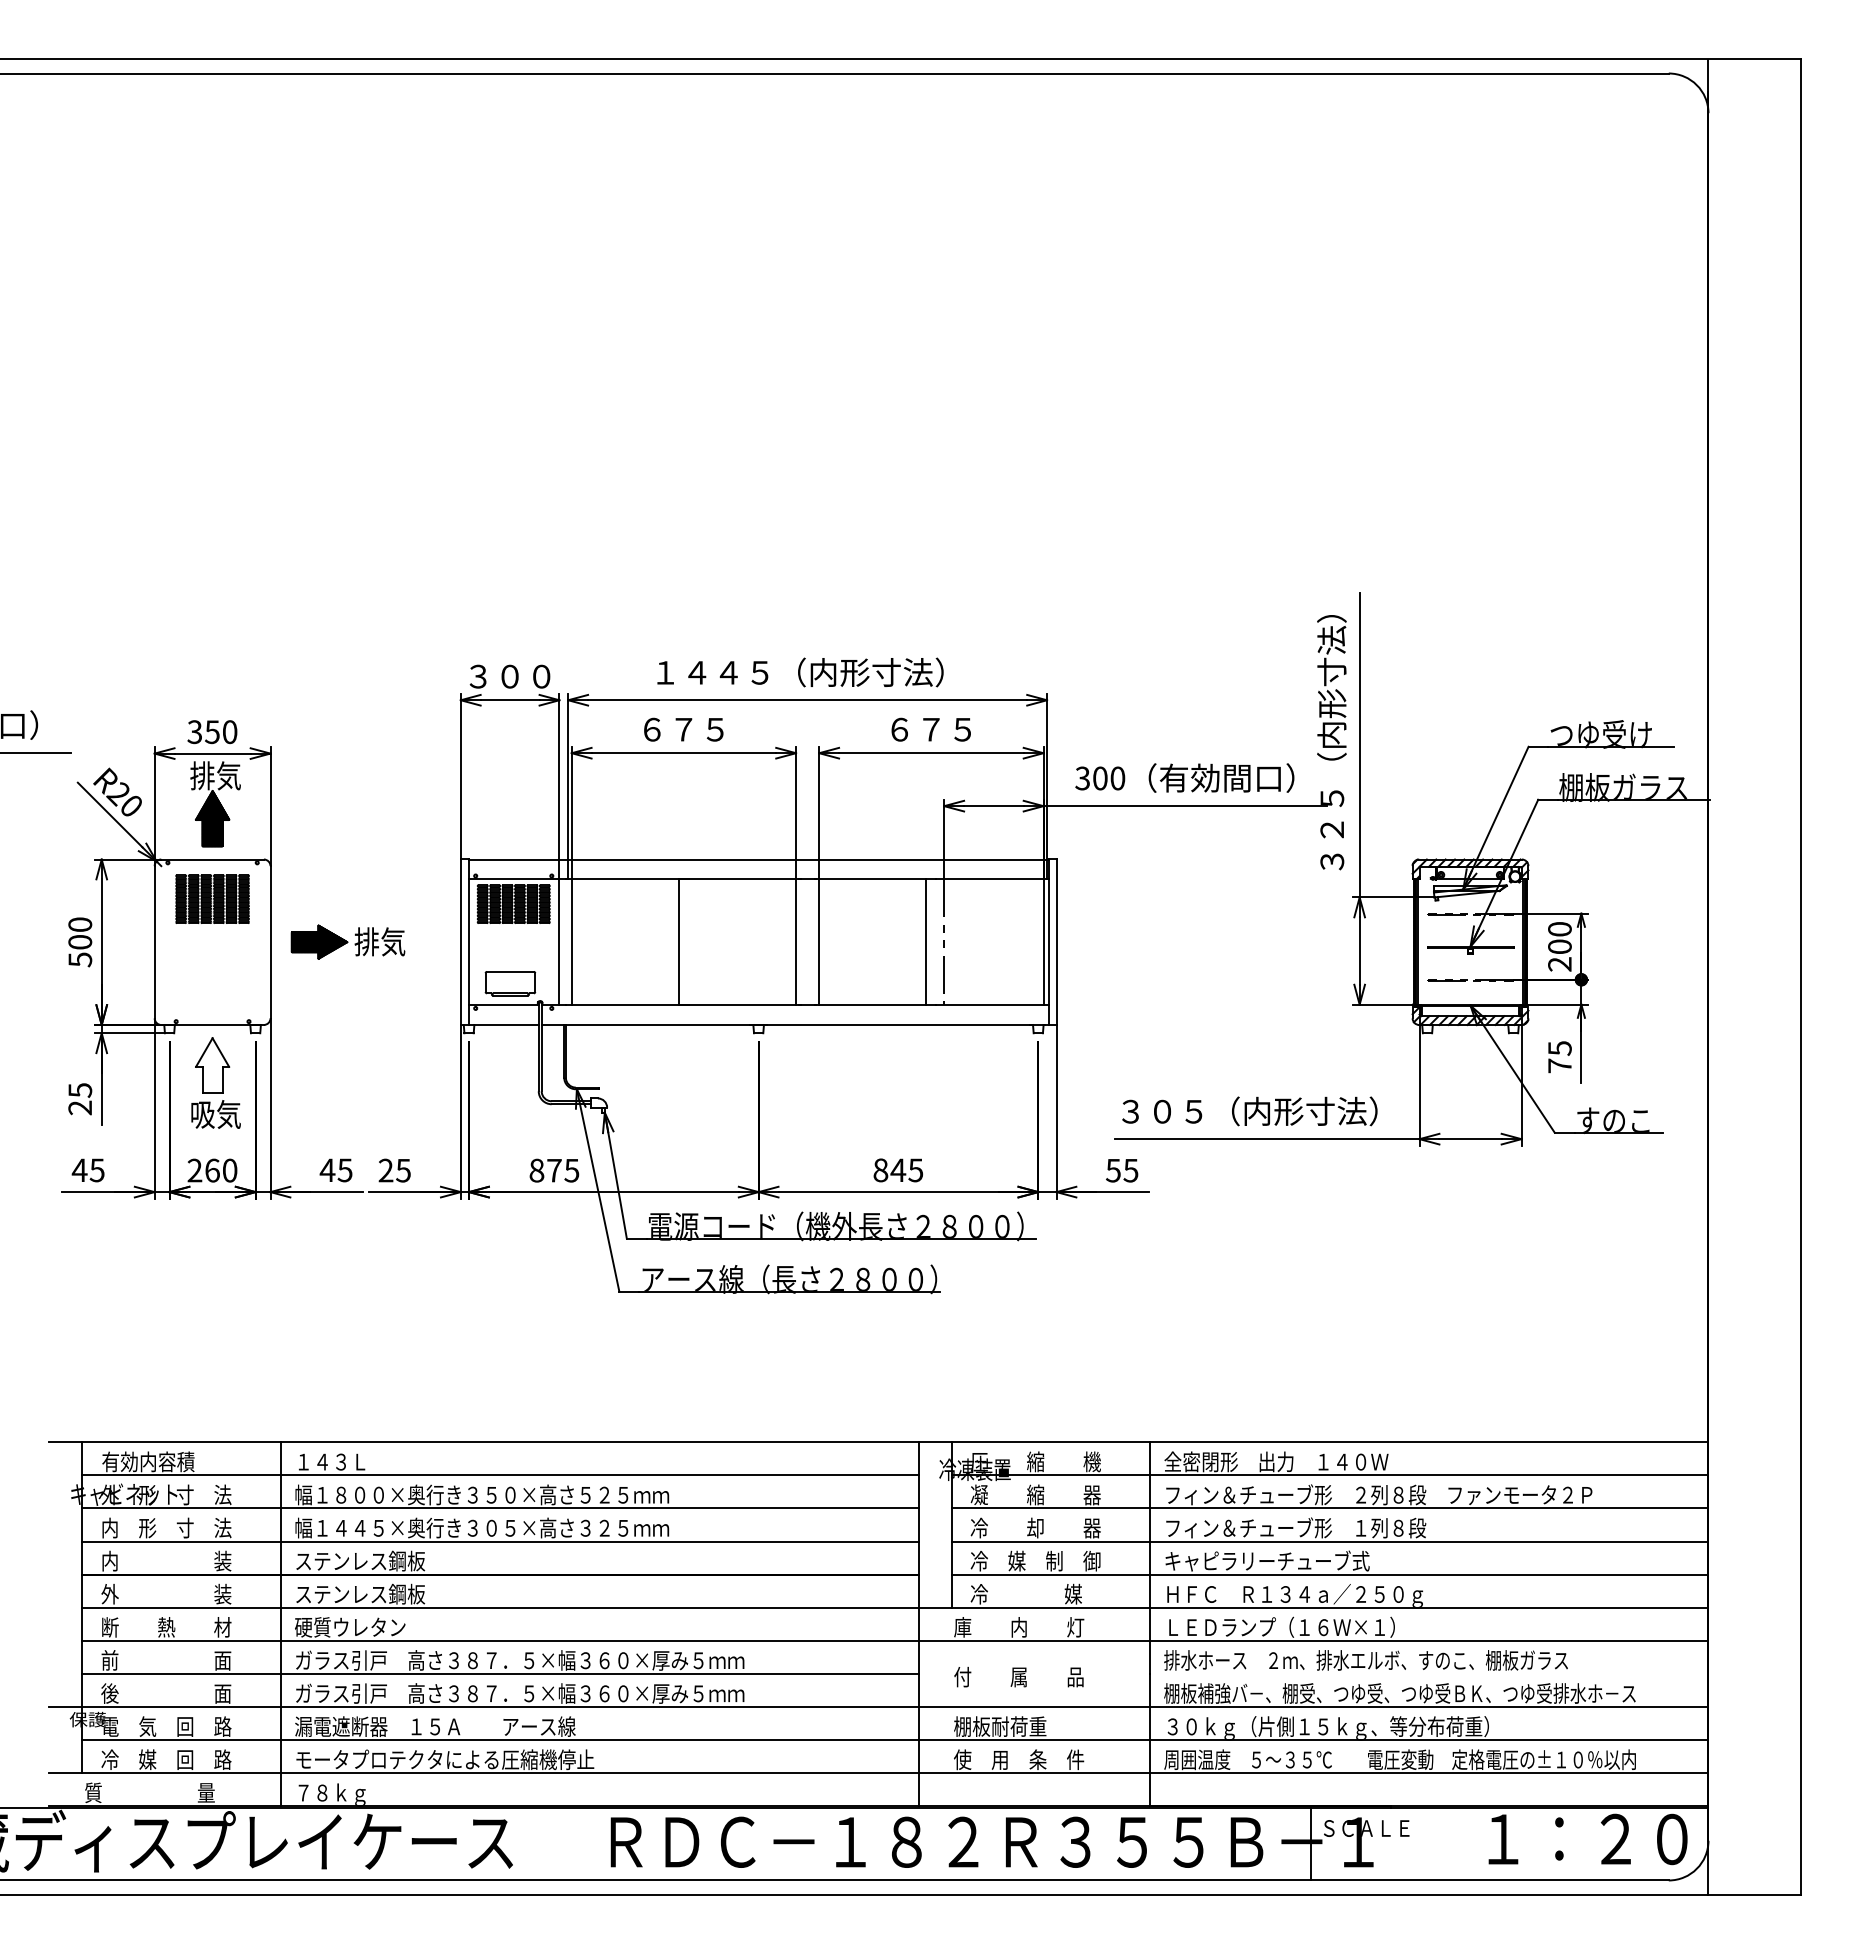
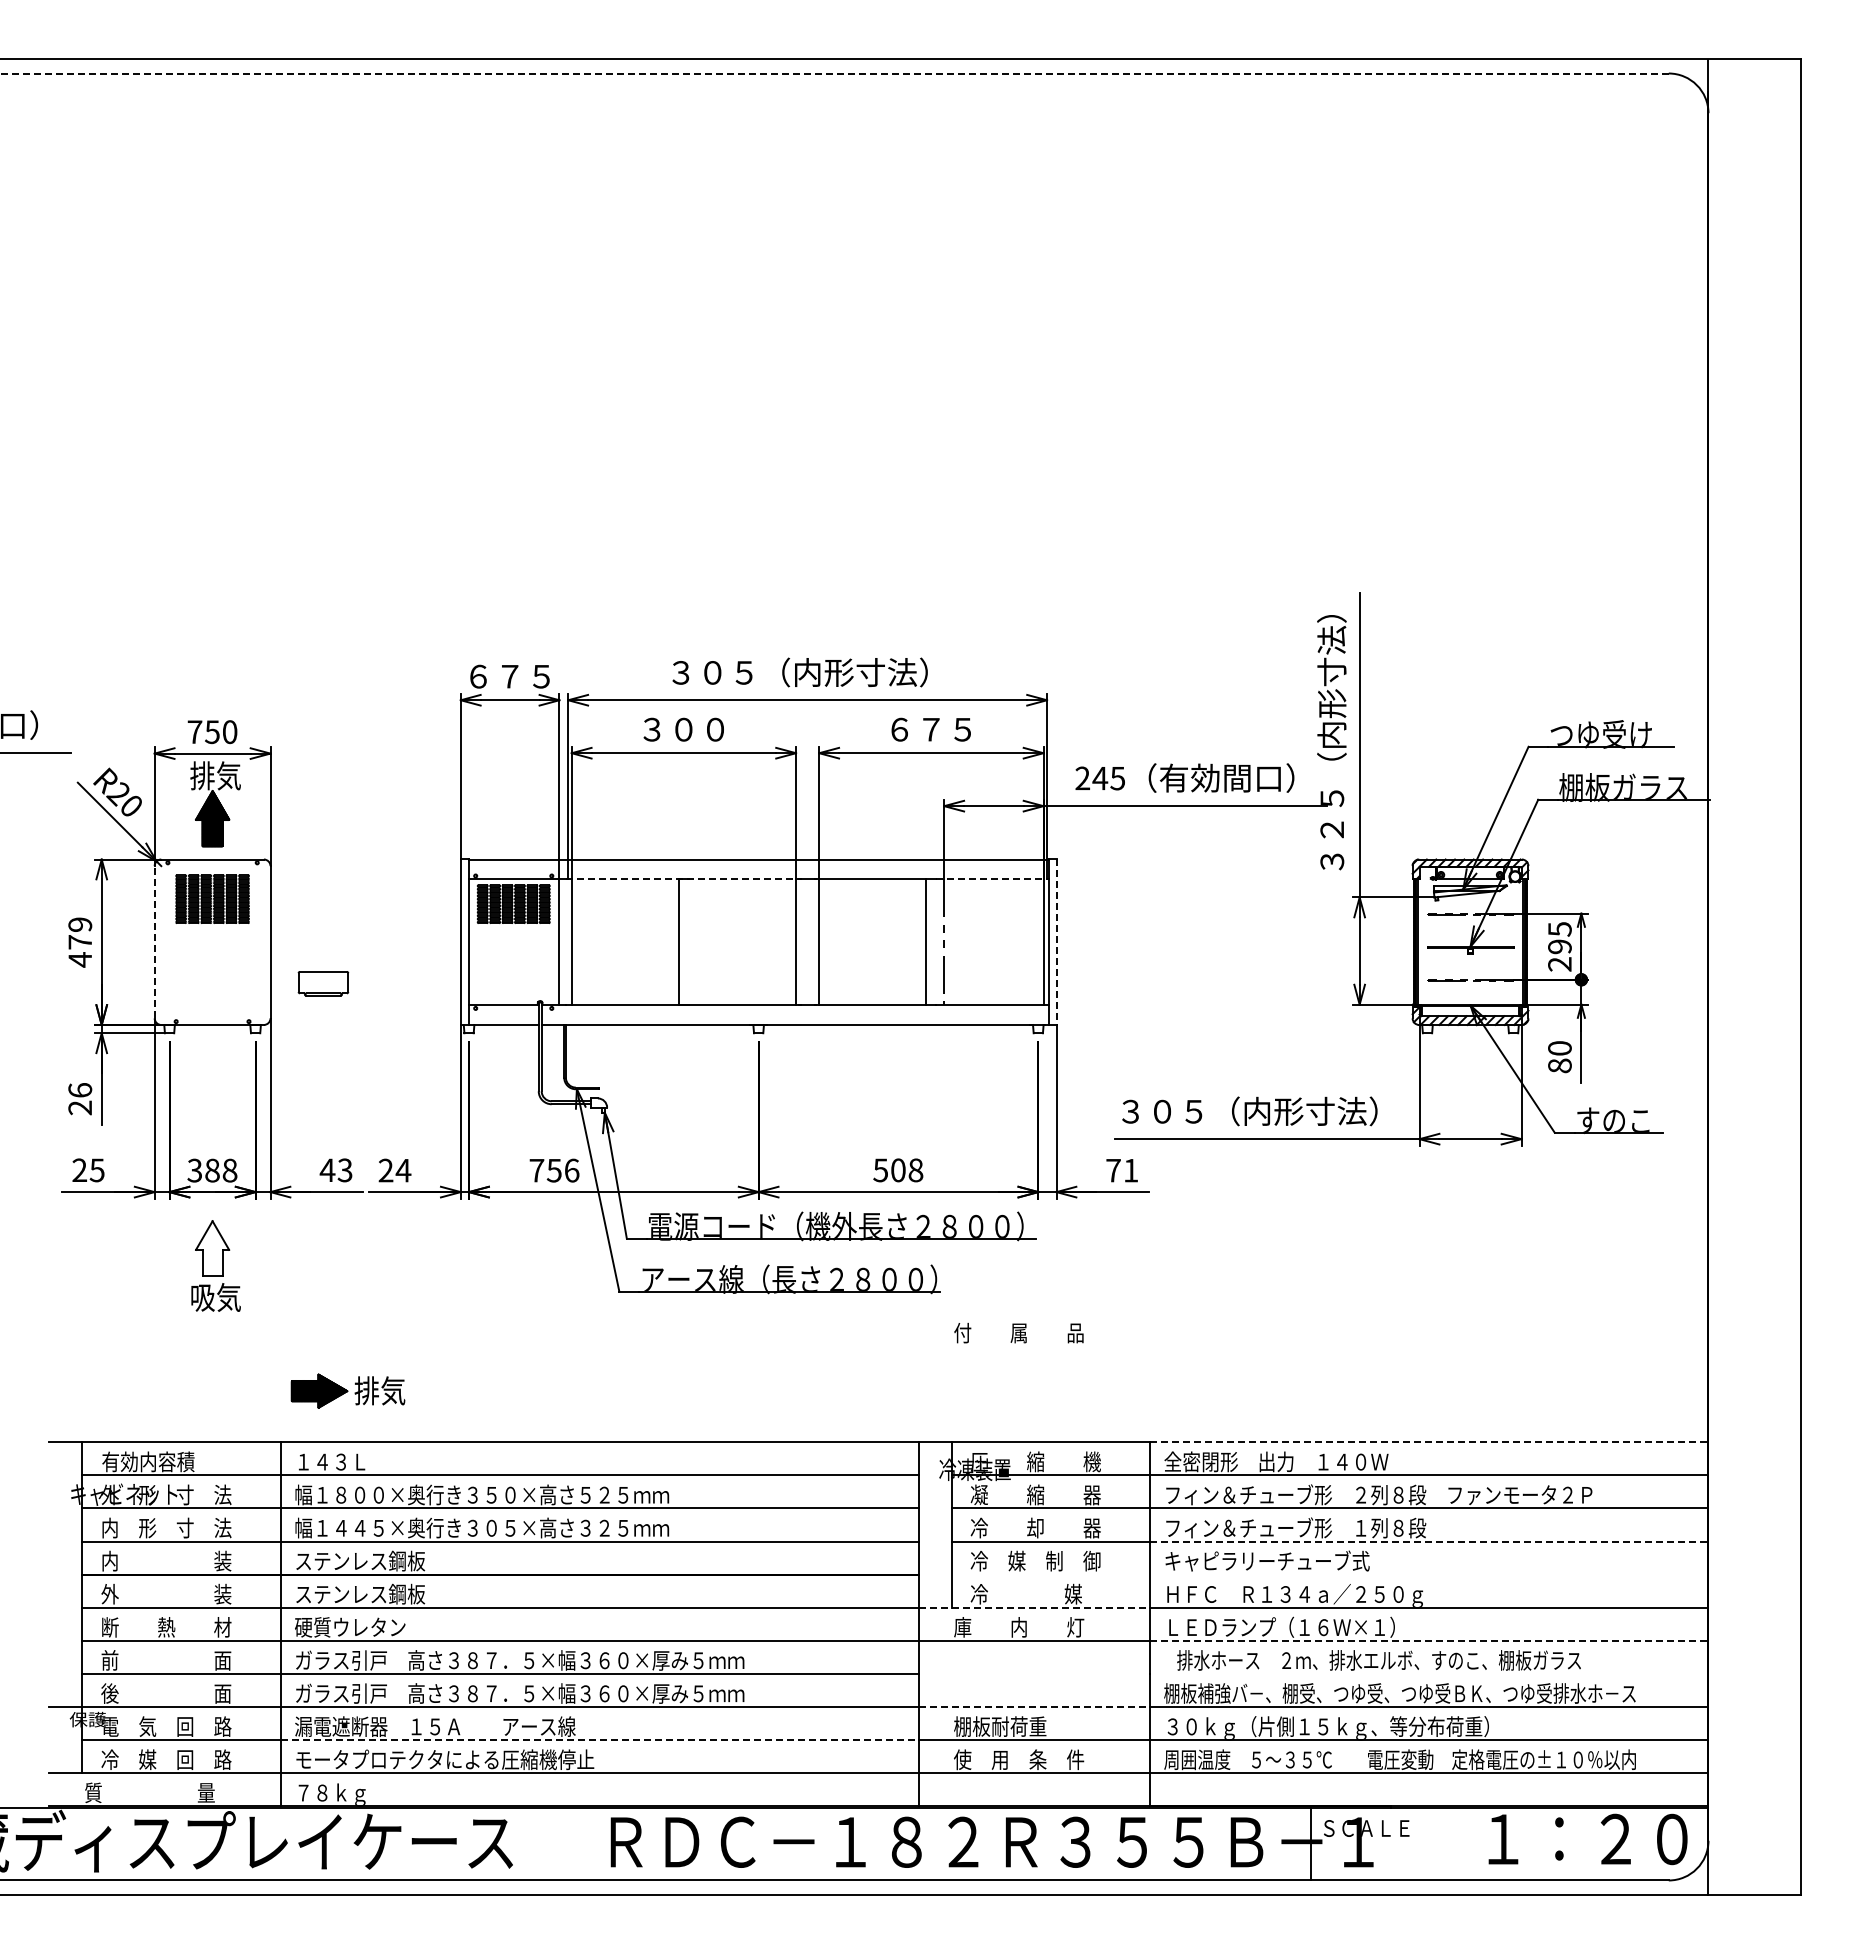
line at (834, 73): solid -> dashed
text at (800, 672): １４４５（内形寸法） -> ３０５（内形寸法）
text at (509, 676): ３００ -> ６７５
text at (683, 729): ６７５ -> ３００
text at (194, 732): 350 -> 750
text at (1100, 778): 300 -> 245
line at (681, 879): solid -> dashed
line at (992, 879): solid -> dashed
text at (1559, 938): 200 -> 295
line at (154, 941): solid -> dashed
part at (347, 941) position: (347, 941) -> (347, 1390)
text at (80, 942): 500 -> 479
line at (1056, 942): solid -> dashed
part at (510, 983) position: (510, 983) -> (323, 983)
text at (1559, 1057): 75 -> 80
part at (215, 1082) position: (215, 1082) -> (215, 1265)
text at (80, 1090): 25 -> 26
text at (79, 1169): 45 -> 25
text at (345, 1169): 45 -> 43
text at (212, 1170): 260 -> 388
text at (403, 1170): 25 -> 24
text at (554, 1170): 875 -> 756
text at (898, 1170): 845 -> 508
text at (1122, 1170): 55 -> 71
line at (1429, 1442): solid -> dashed
line at (1429, 1541): solid -> dashed
line at (1329, 1574): present -> none
line at (1034, 1607): solid -> dashed
line at (1429, 1640): solid -> dashed
text at (1365, 1660) position: (1365, 1660) -> (1378, 1660)
text at (1018, 1676) position: (1018, 1676) -> (1018, 1332)
line at (1034, 1707): solid -> dashed
line at (599, 1740): solid -> dashed
